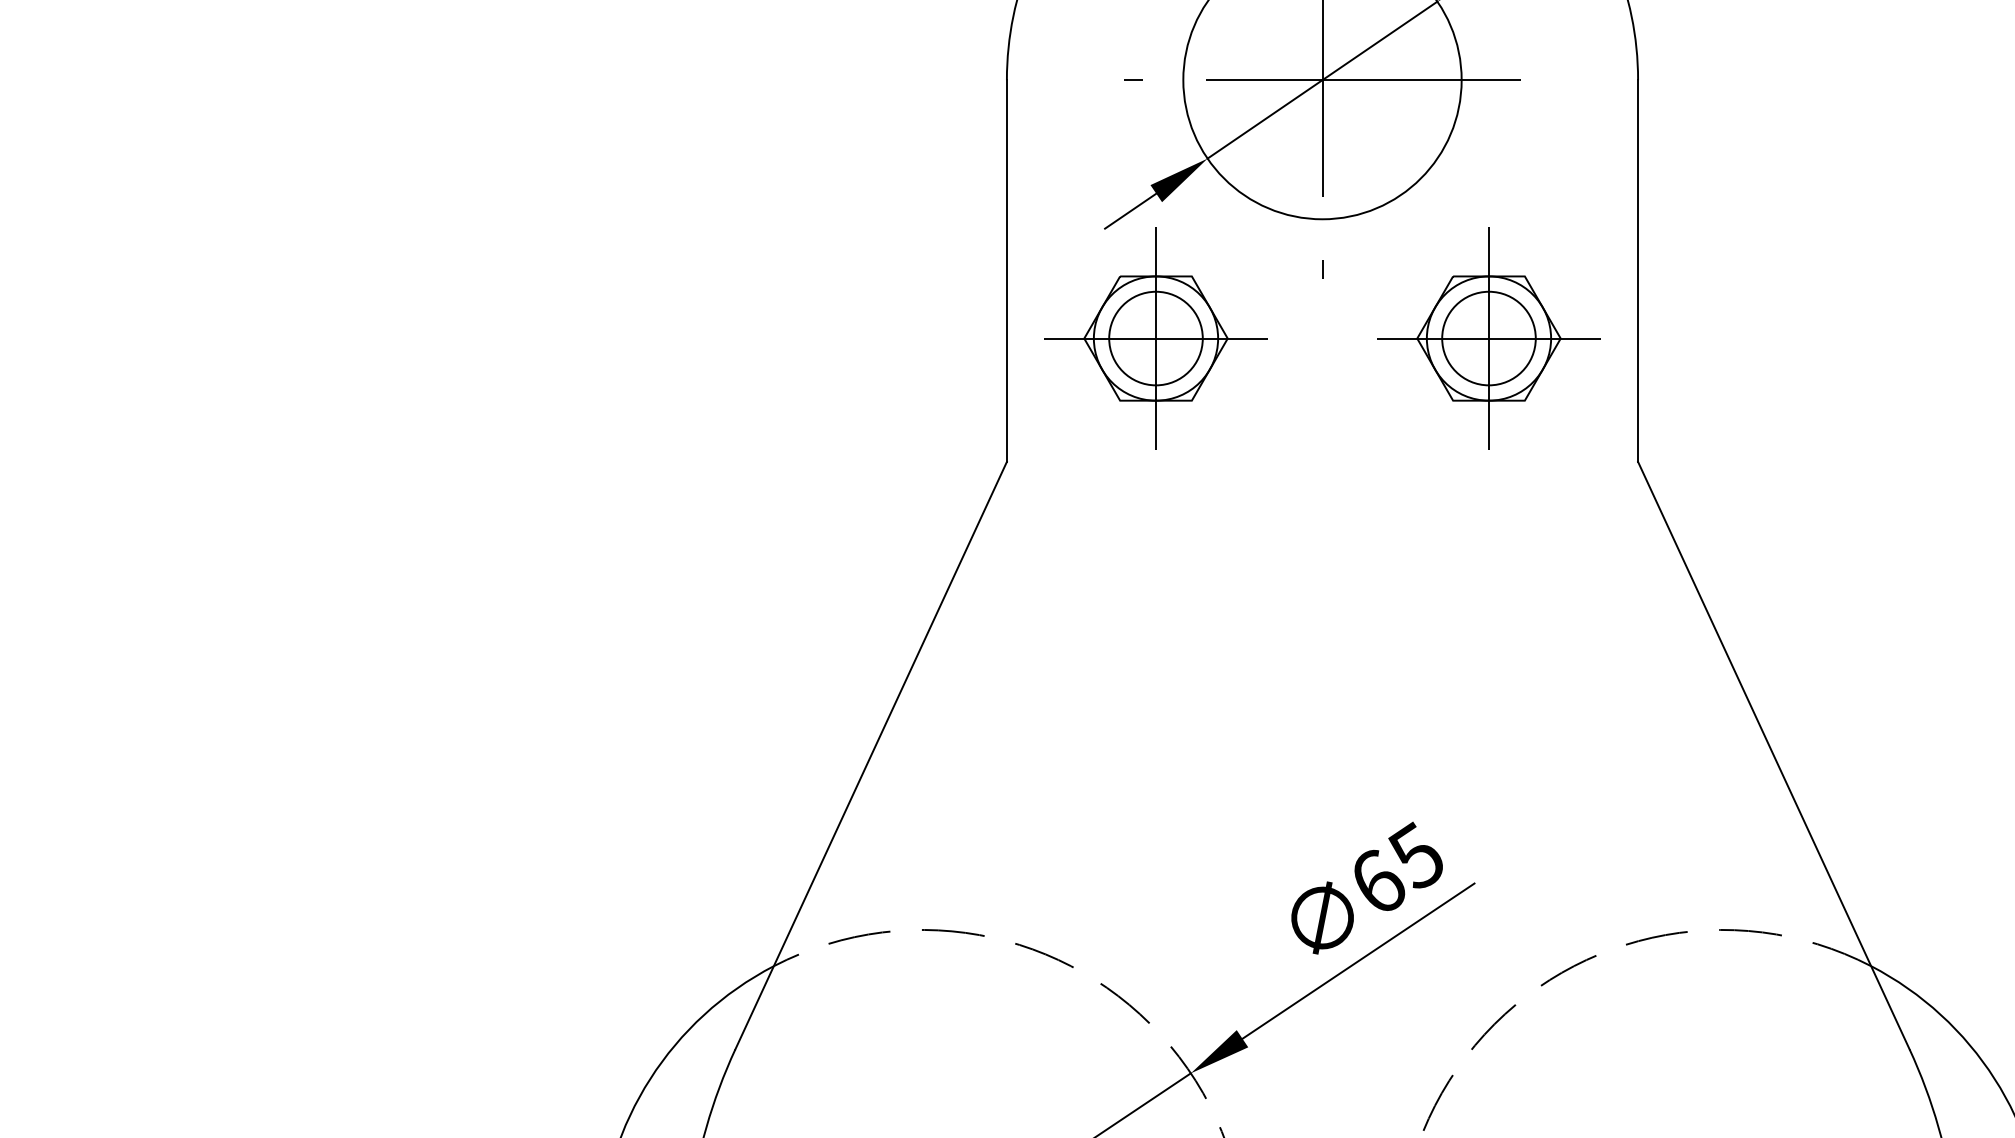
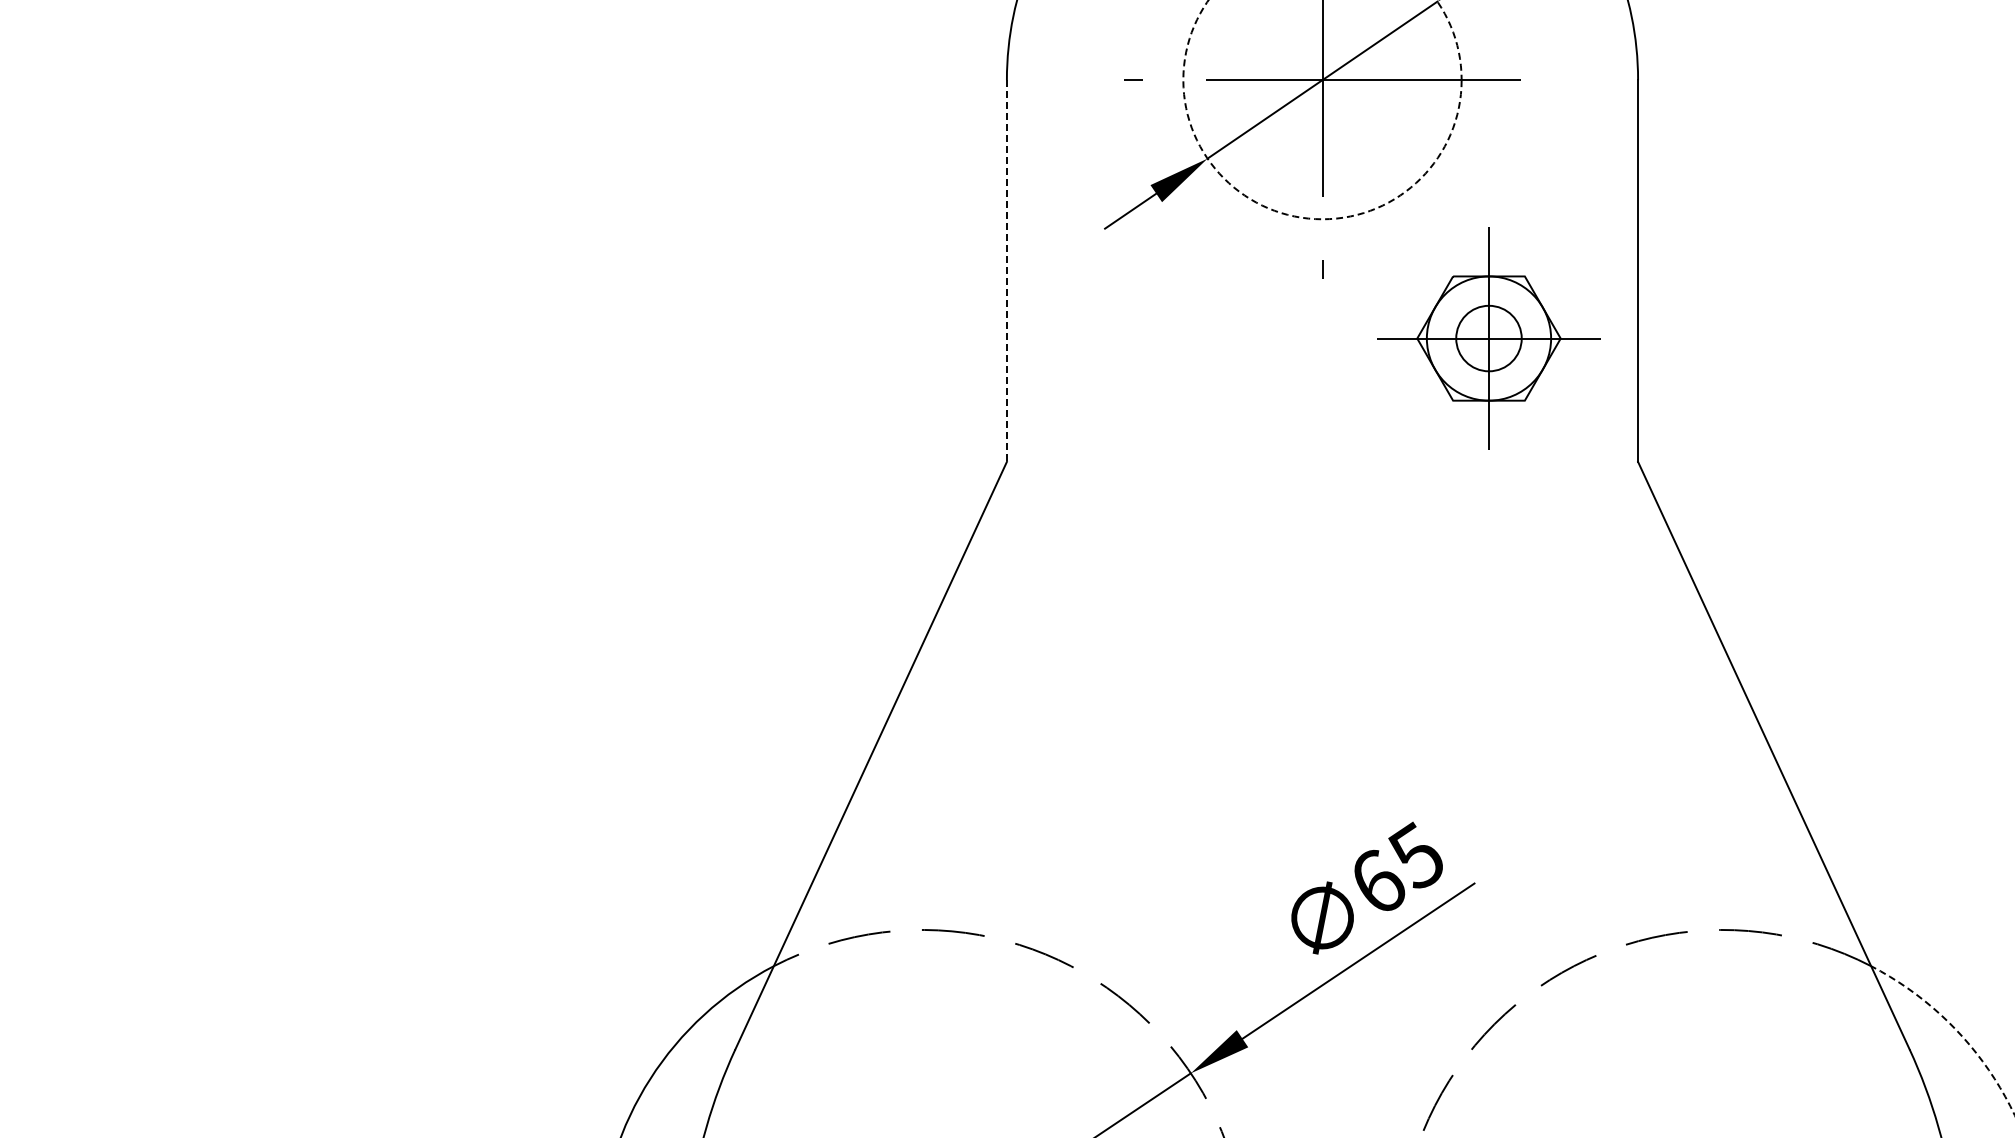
circle at (1322, 109): solid -> dashed
line at (1006, 271): solid -> dashed
part at (1155, 338): present -> none
circle at (1488, 338) diameter: 94 px -> 66 px
arc at (1954, 1028): solid -> dashed
